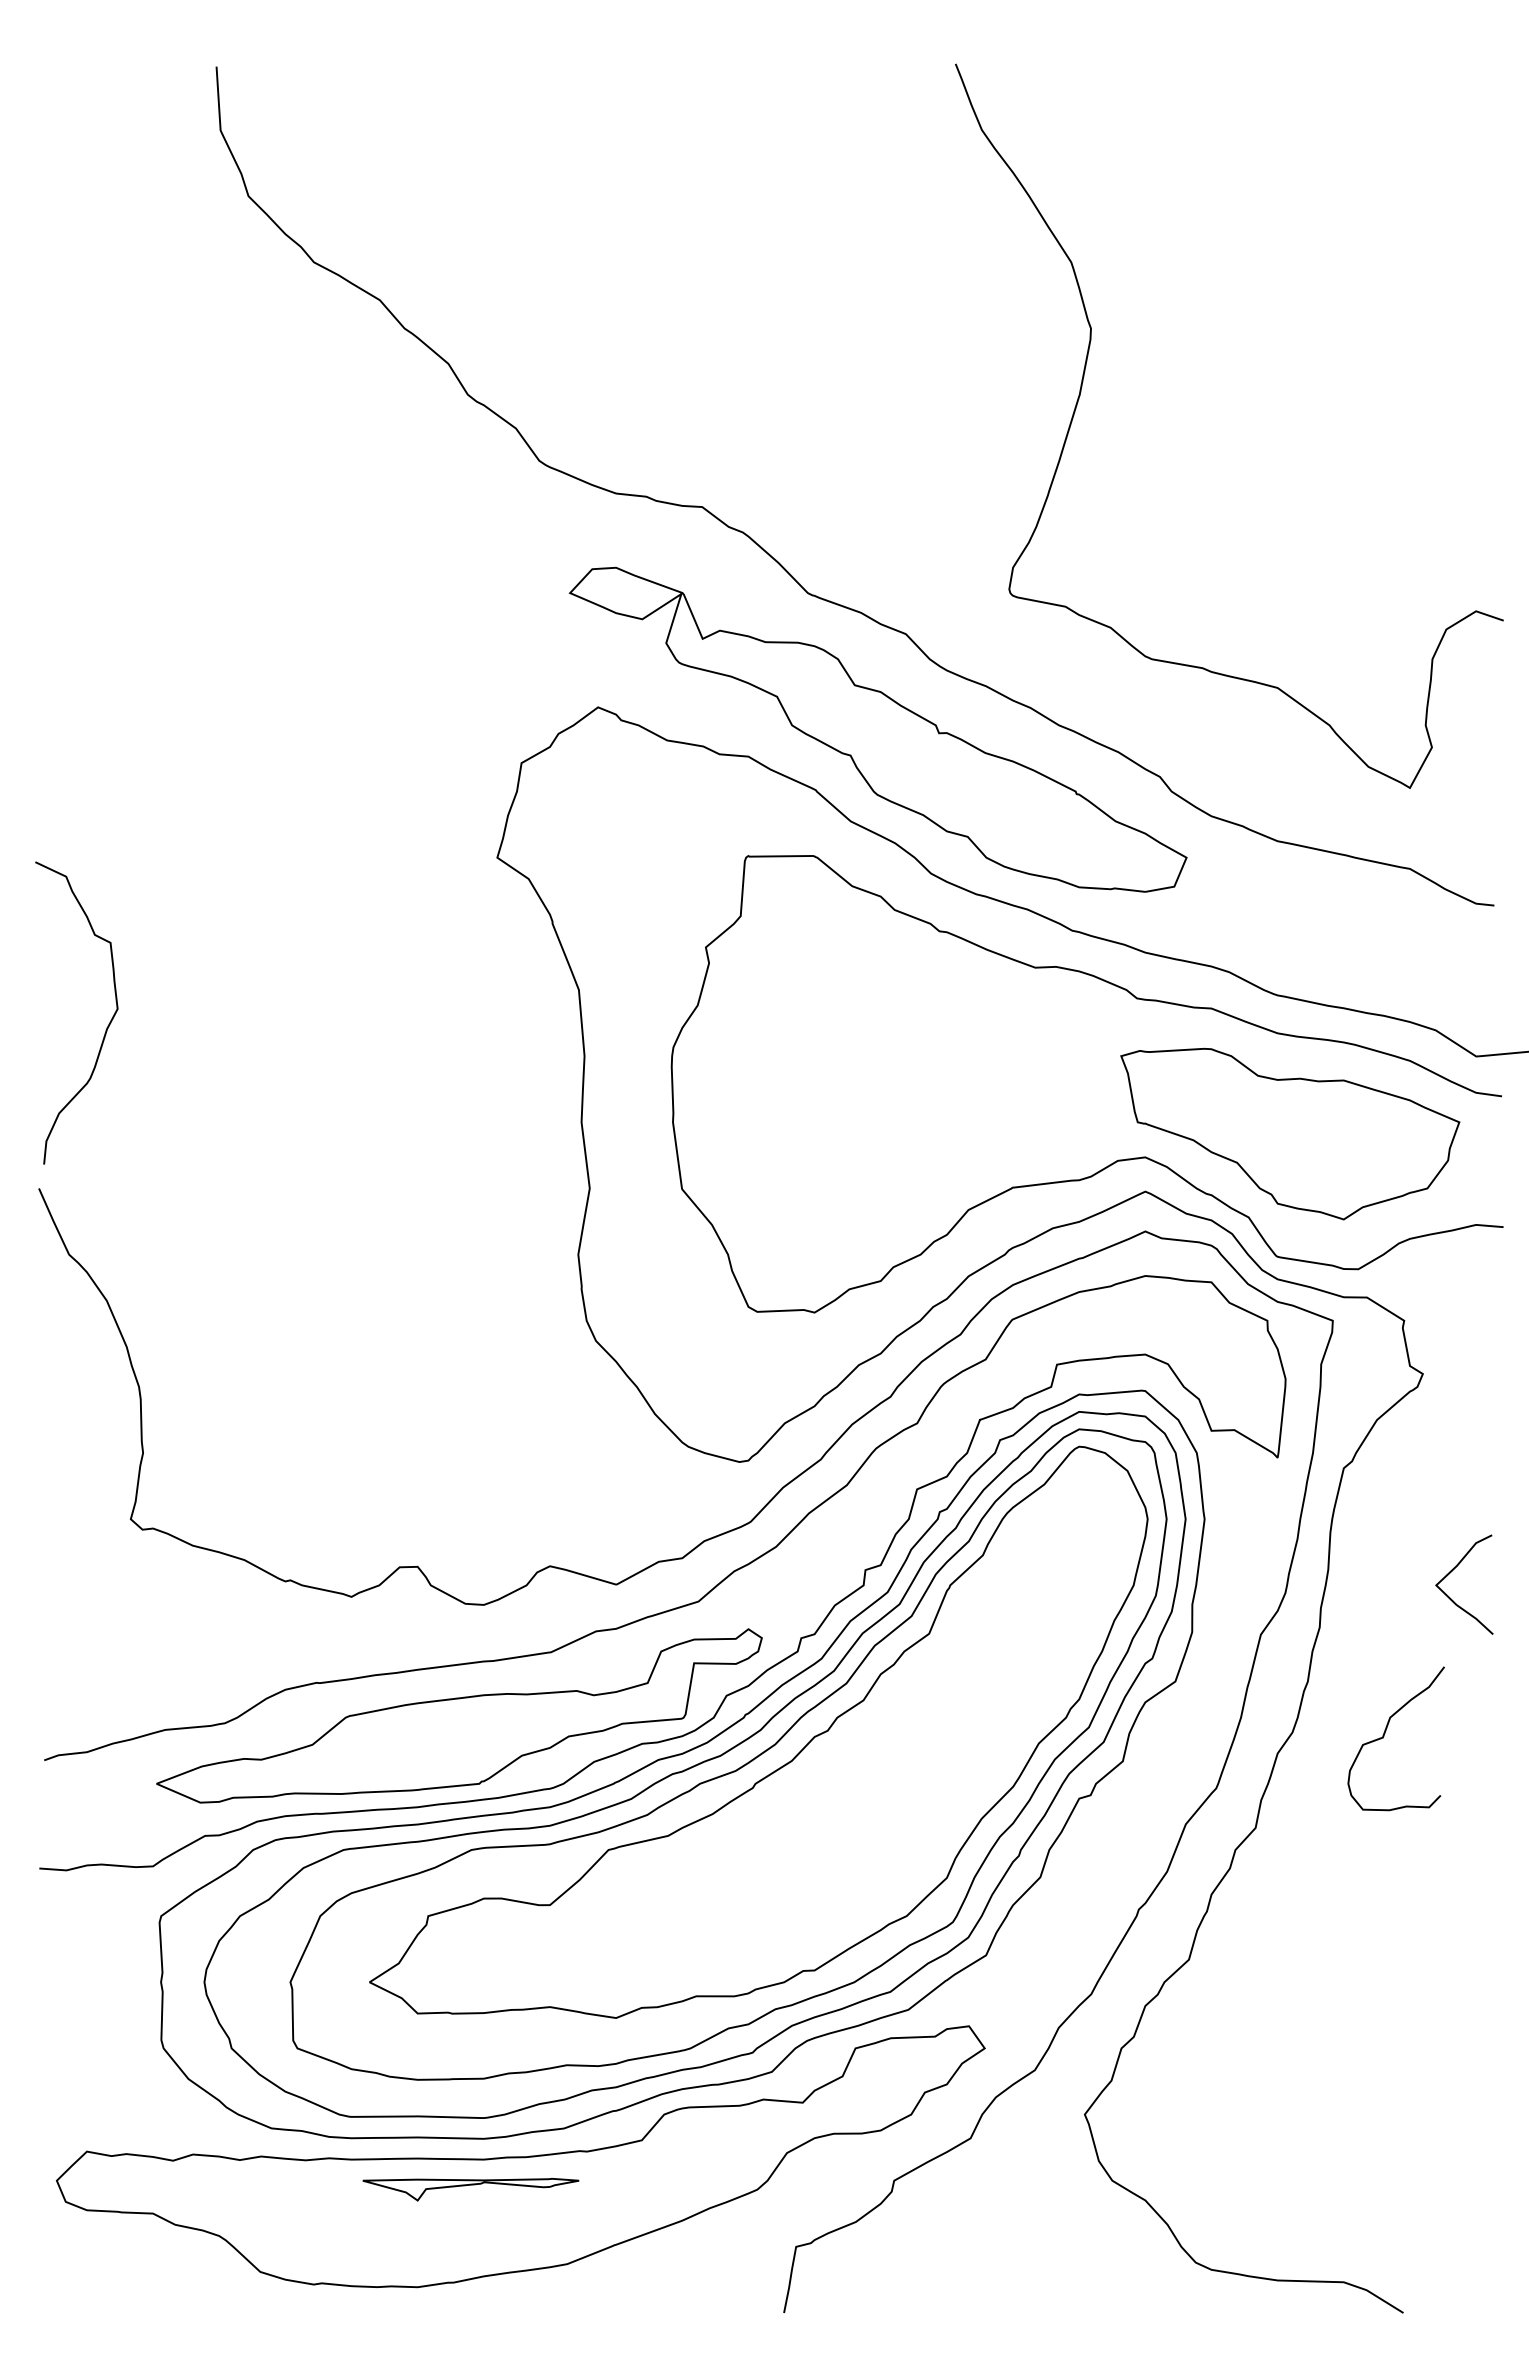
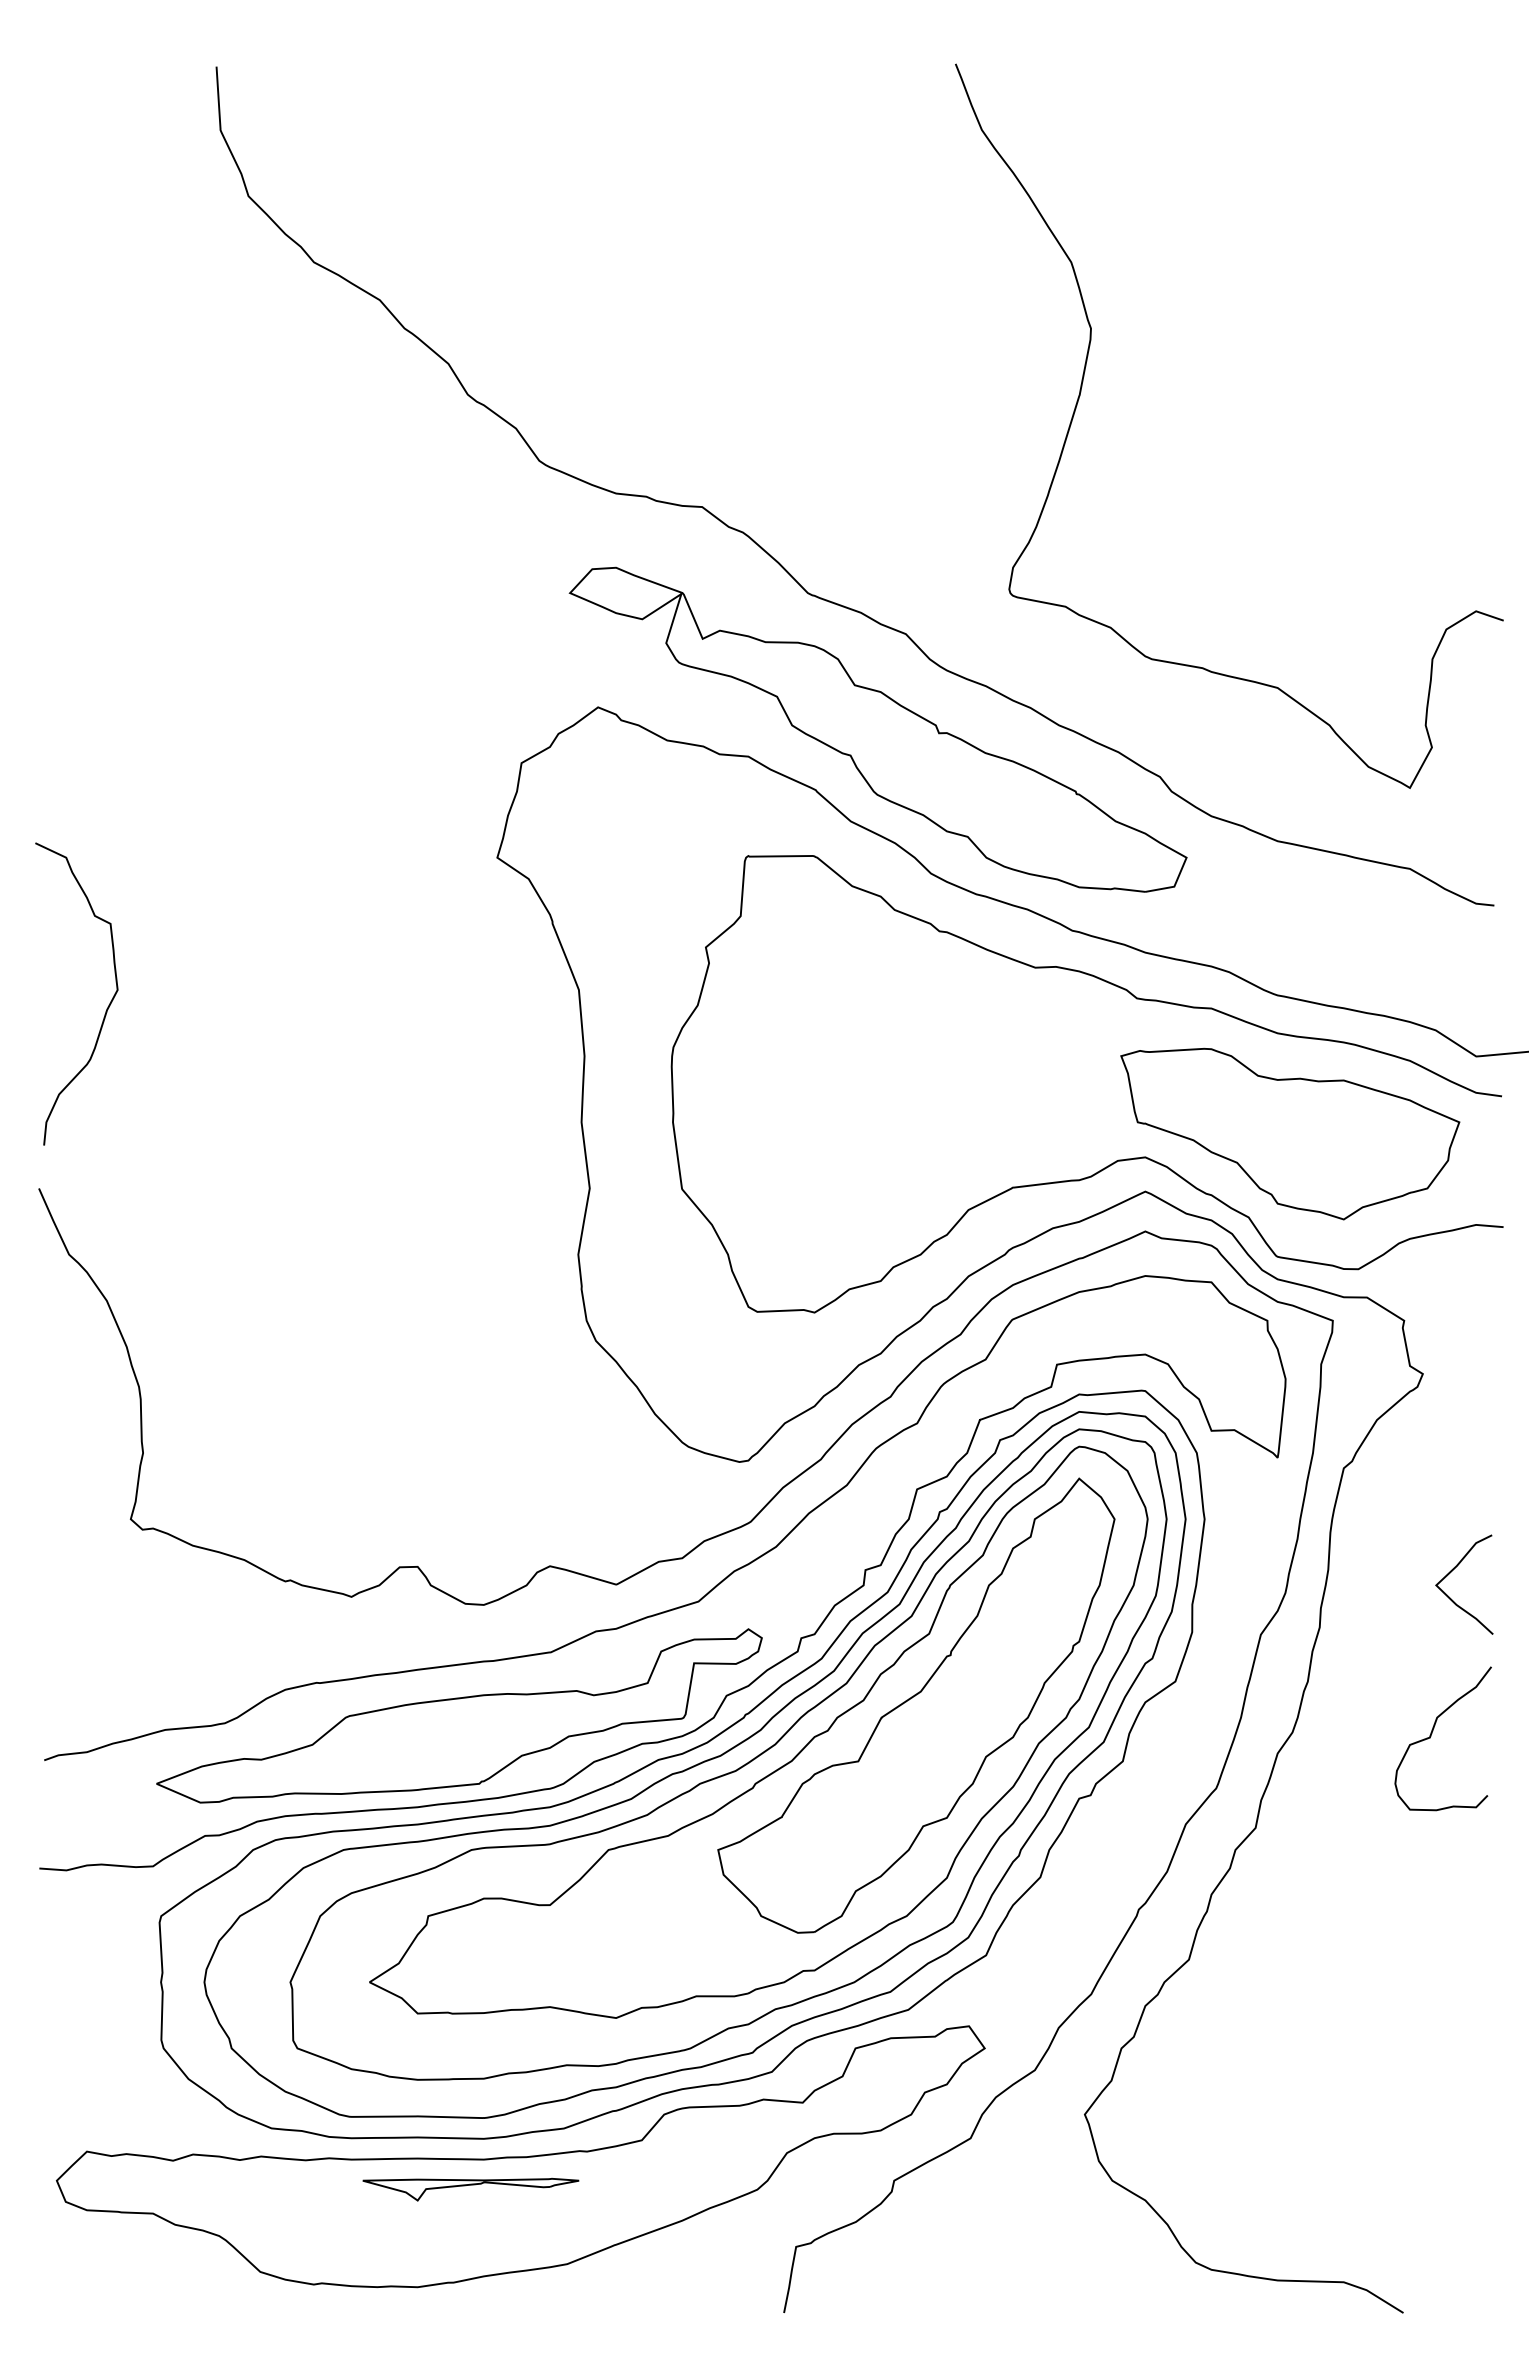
curve at (106, 1027) position: (106, 1027) -> (106, 1008)
part at (916, 1705): none -> present
curve at (1385, 1733) position: (1385, 1733) -> (1432, 1733)
